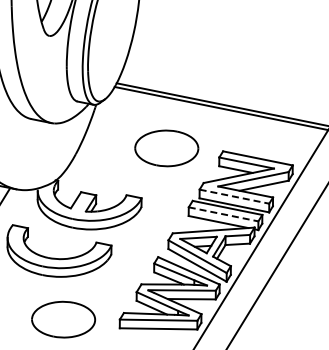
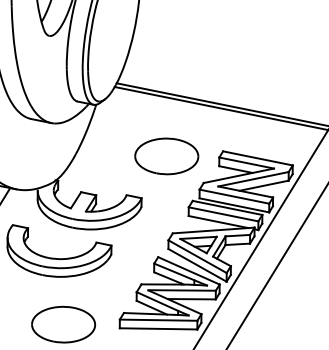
part at (166, 148) position: (166, 148) -> (166, 156)
line at (234, 196): dashed -> solid
line at (223, 214): dashed -> solid
part at (63, 319) position: (63, 319) -> (63, 324)
